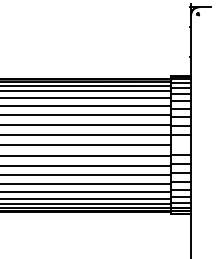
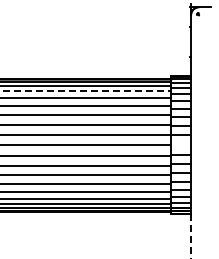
line at (86, 91): solid -> dashed
line at (191, 236): solid -> dashed
